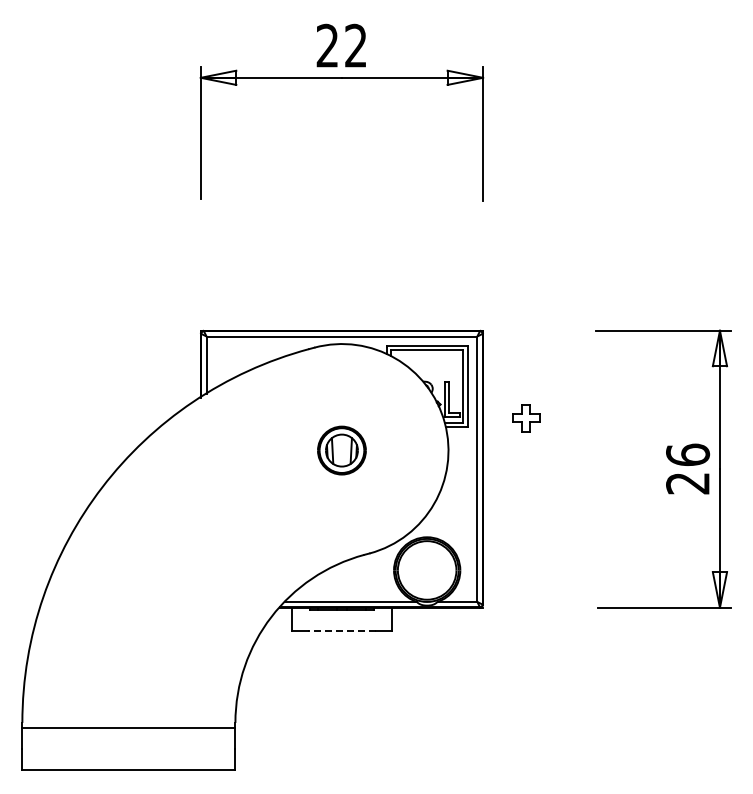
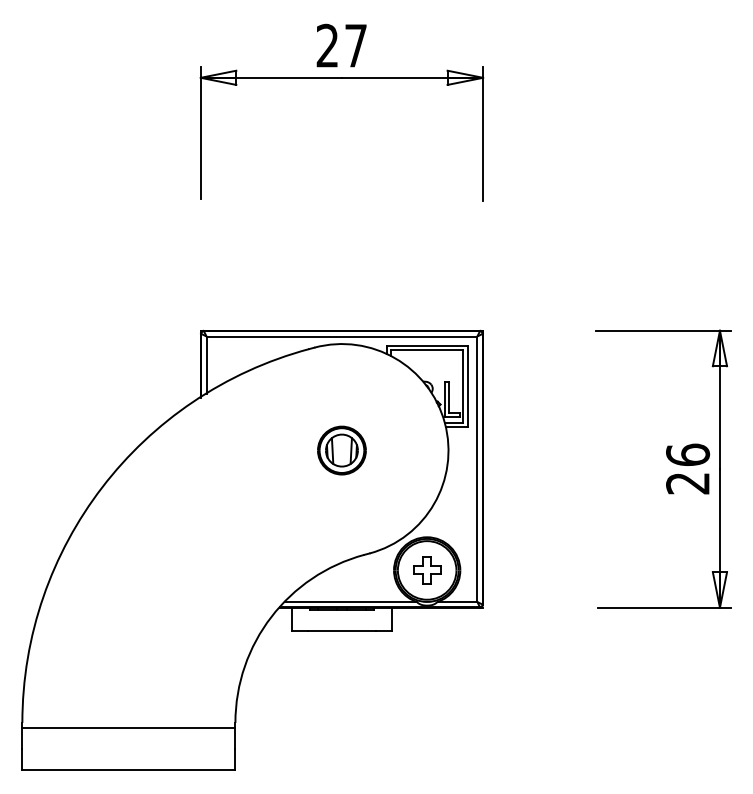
text at (355, 45): 22 -> 27
part at (526, 418) position: (526, 418) -> (427, 570)
line at (341, 631): dashed -> solid
